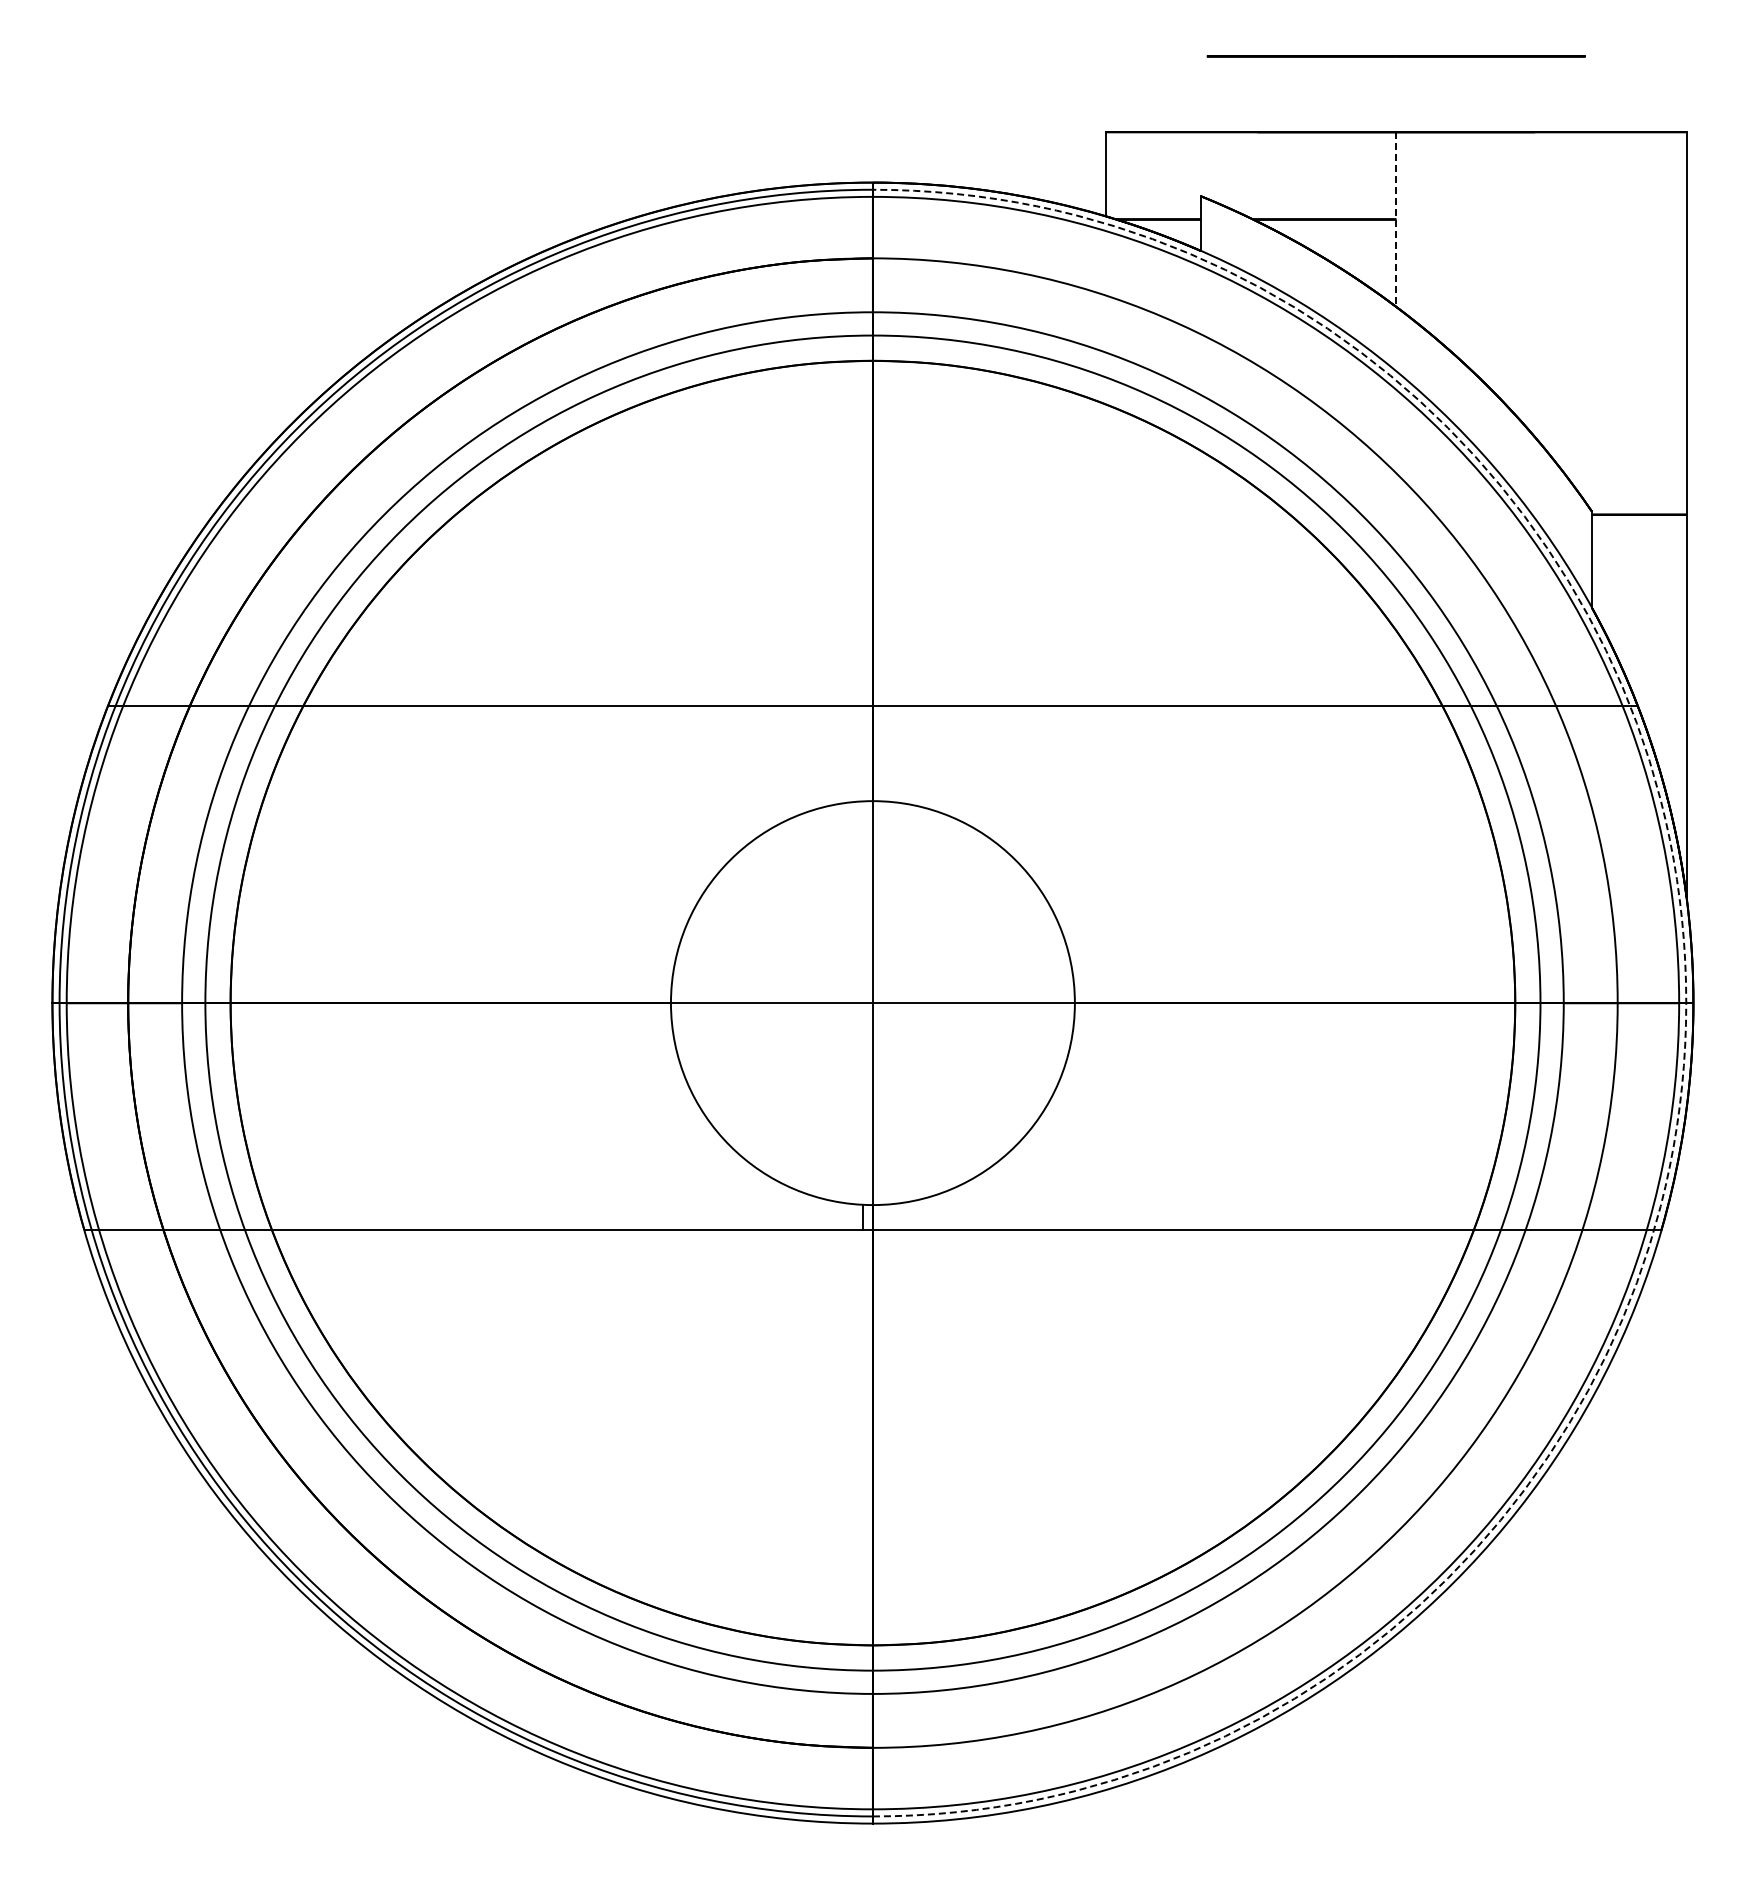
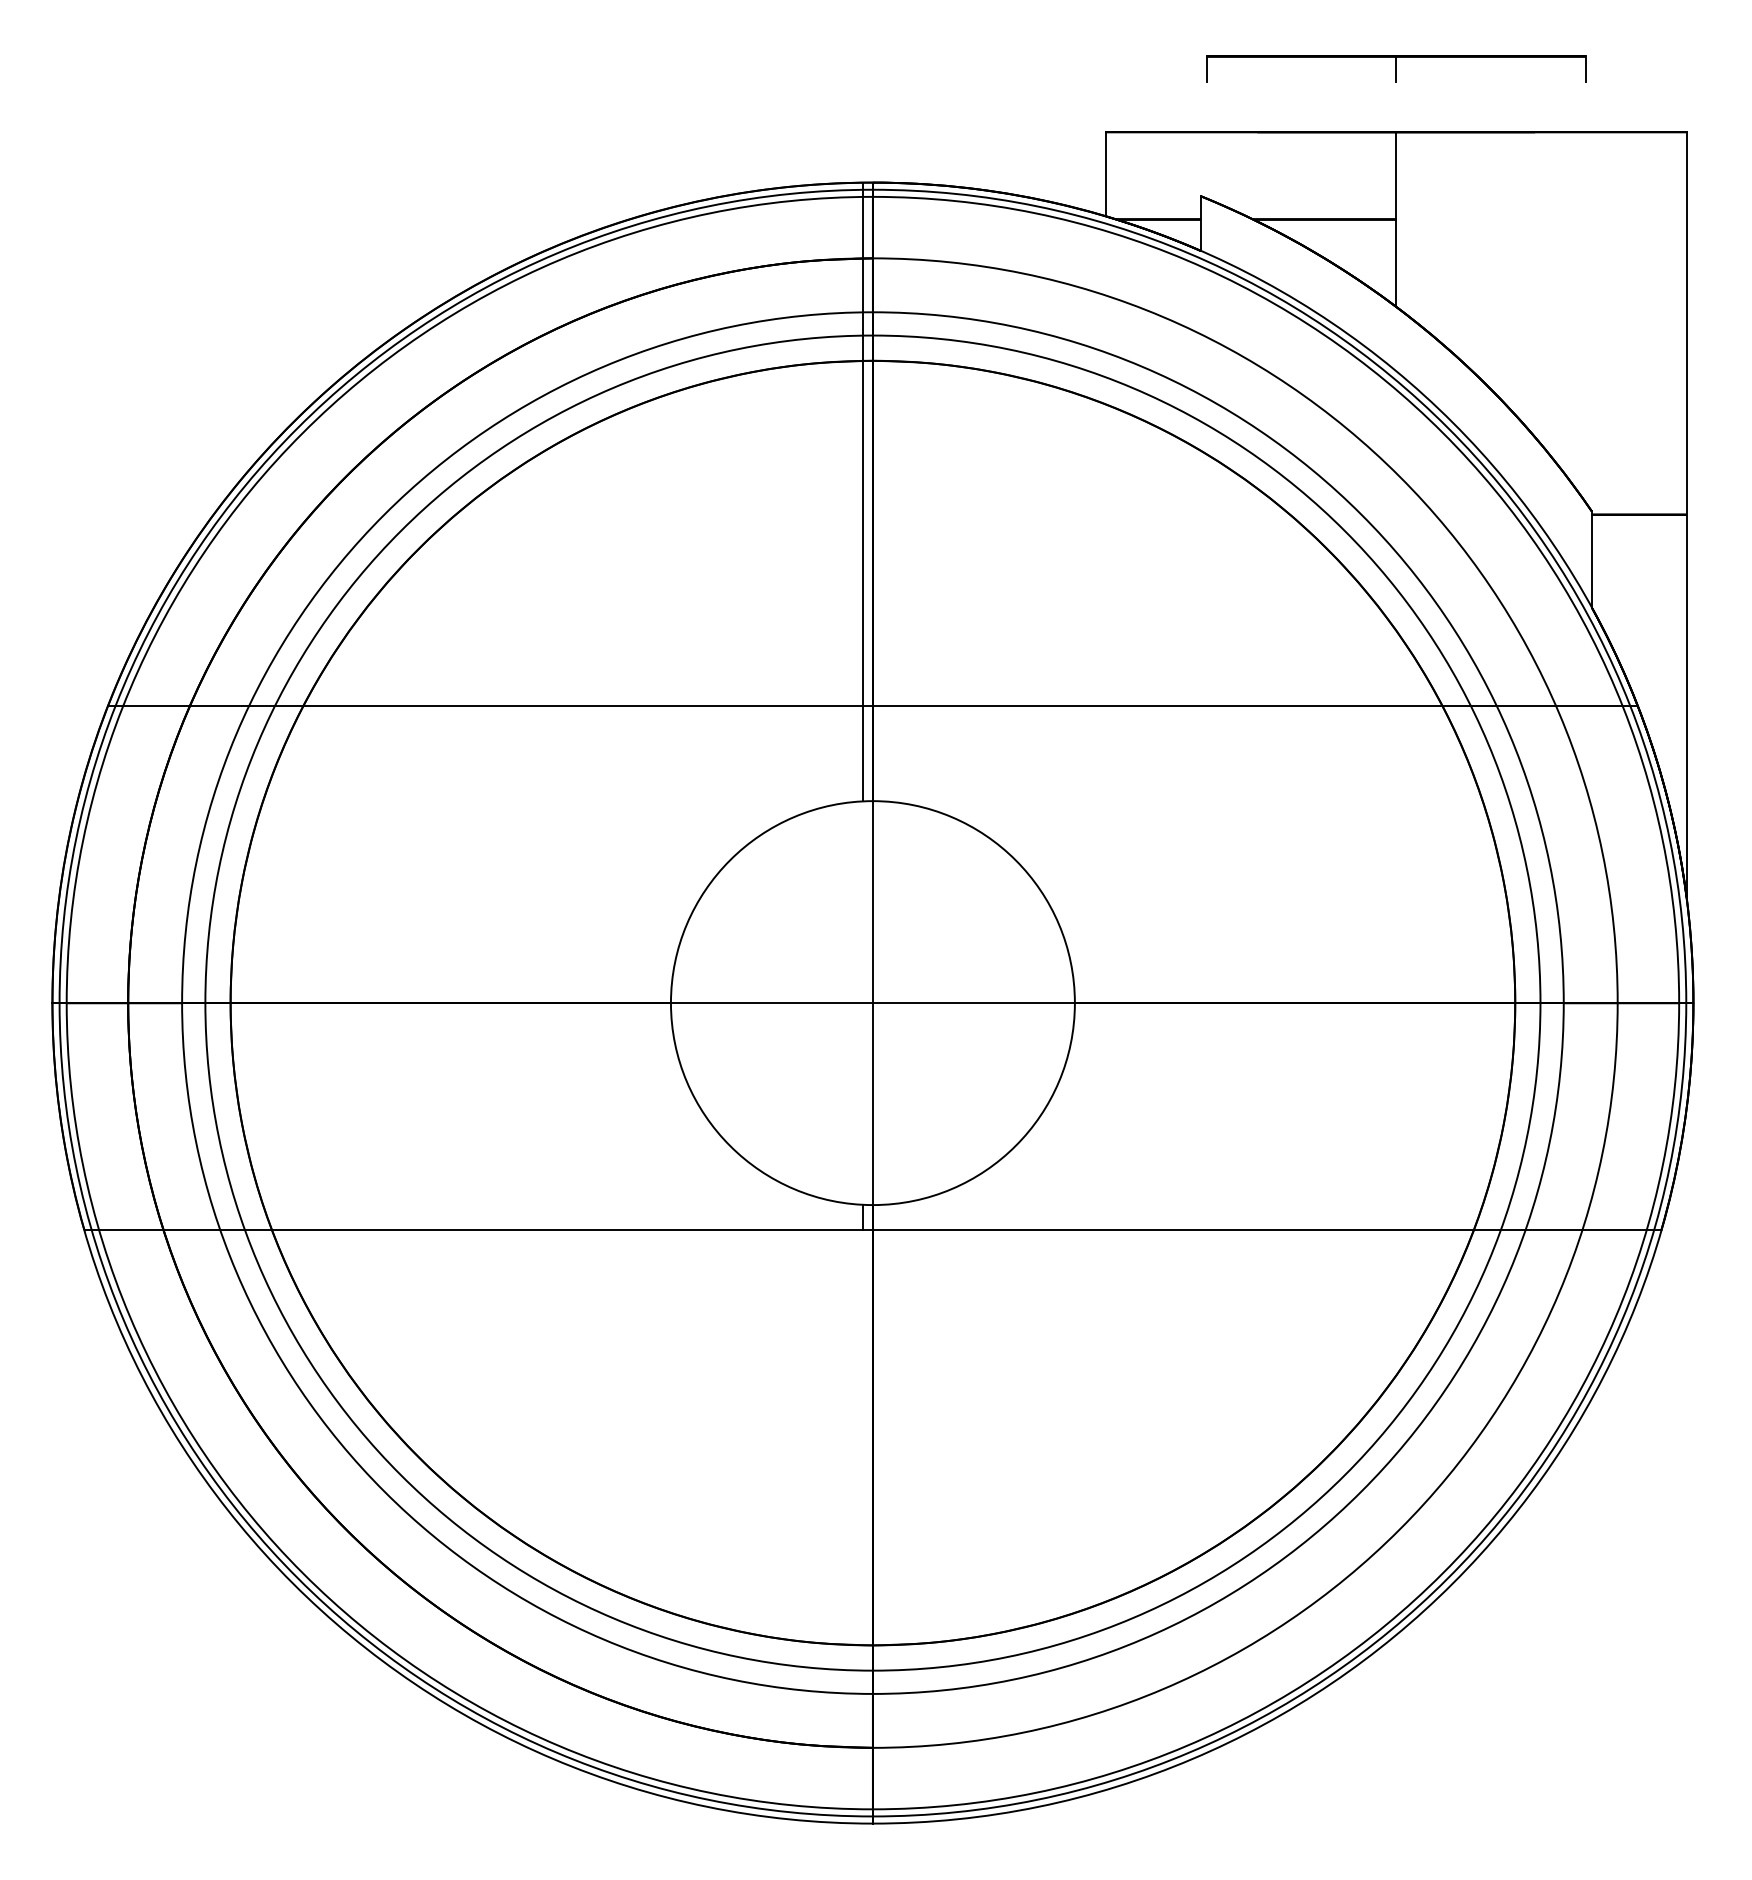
line at (1206, 68): none -> present
line at (1396, 68): none -> present
line at (1585, 68): none -> present
line at (1396, 220): dashed -> solid
line at (863, 491): none -> present
arc at (1686, 1003): dashed -> solid
